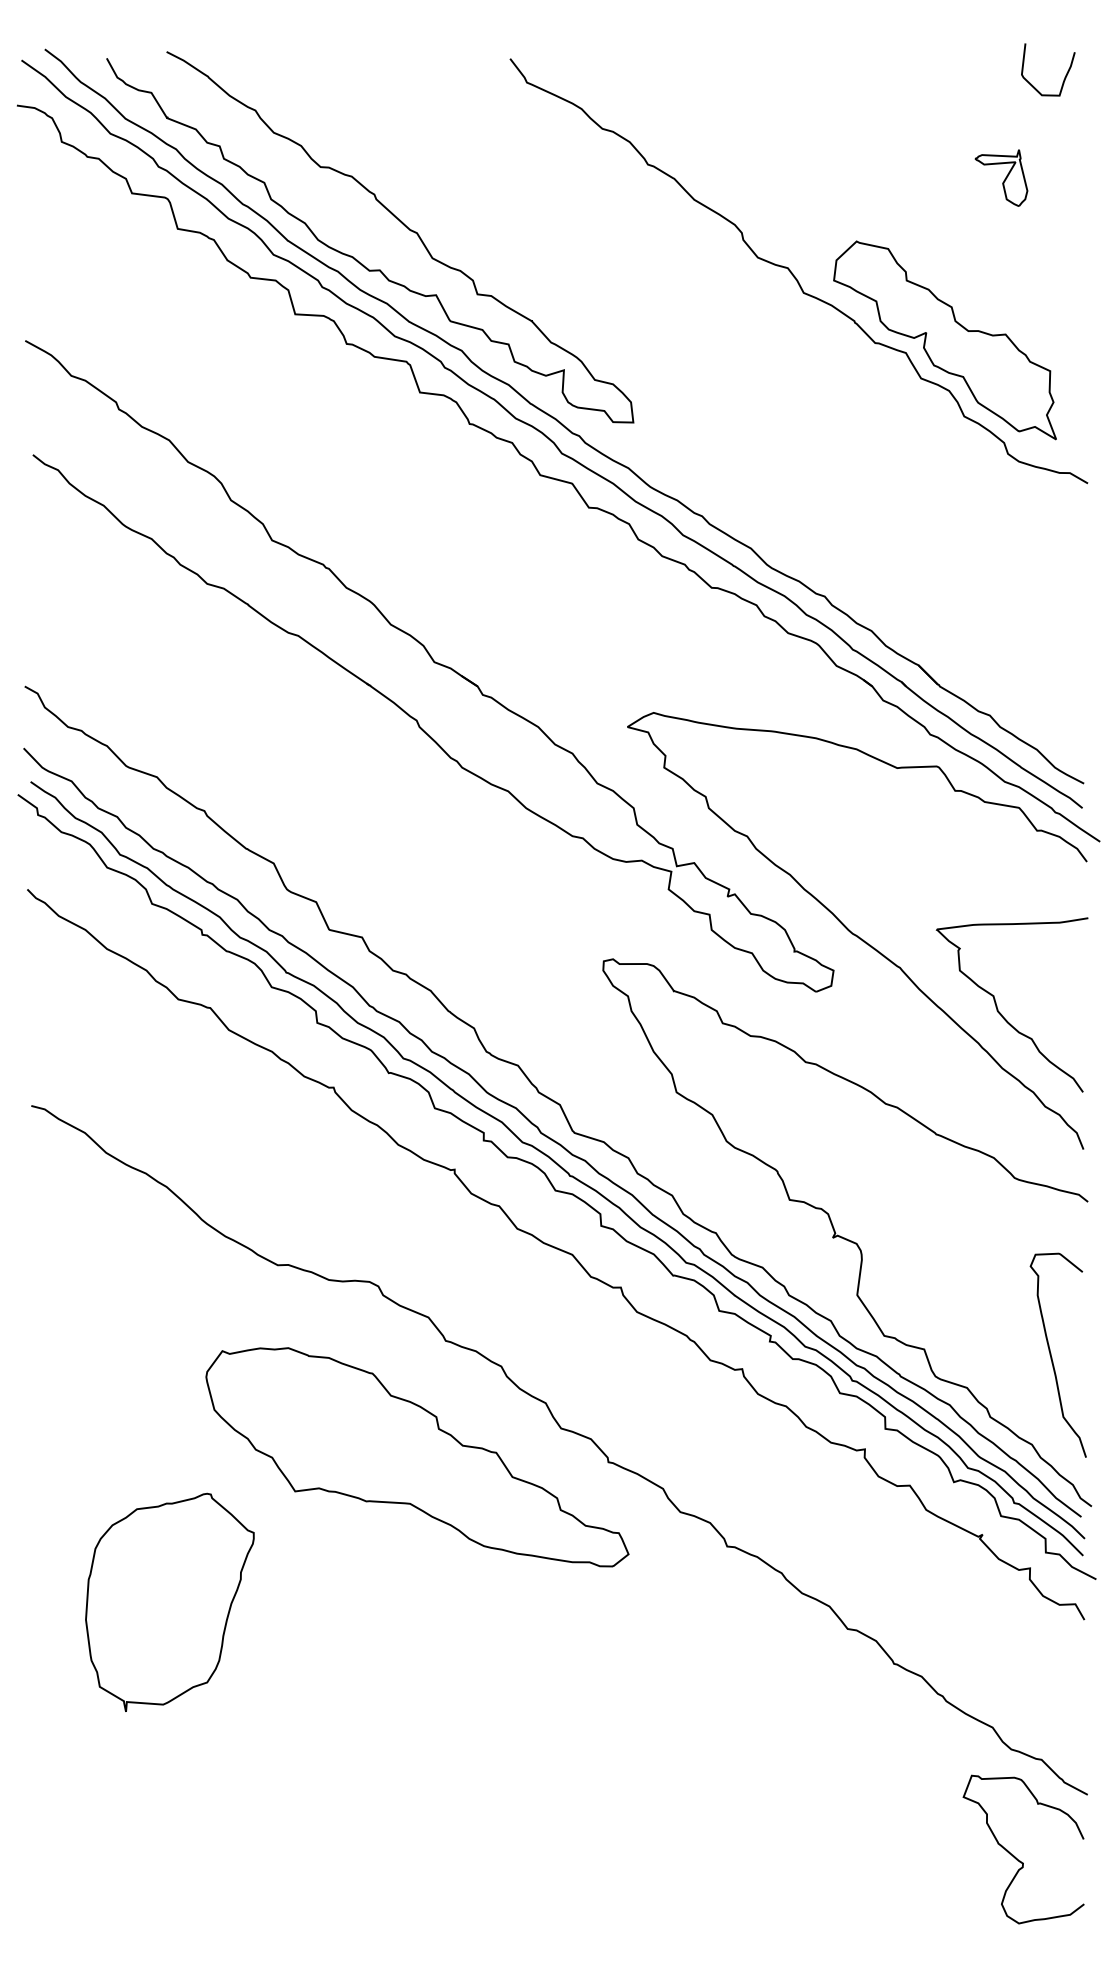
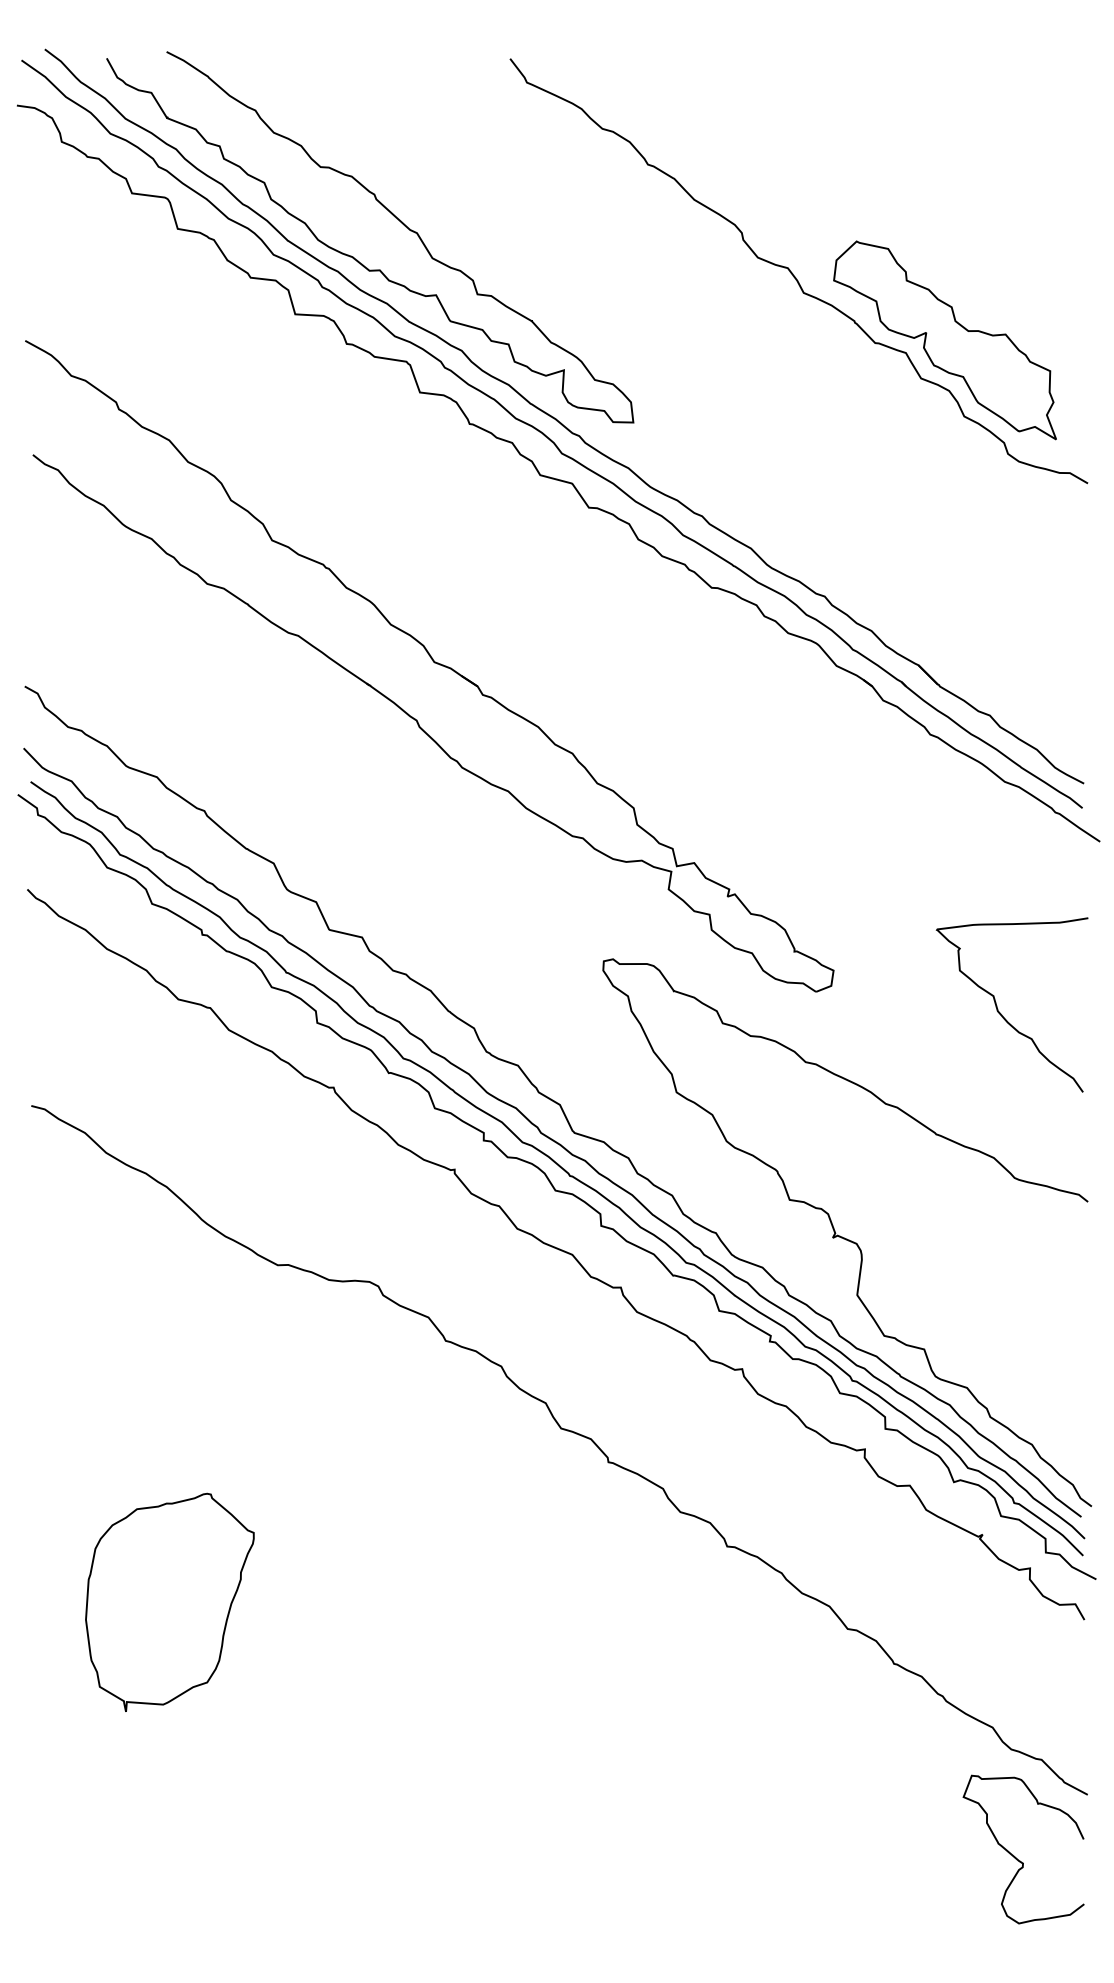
curve at (1064, 77): present -> none
part at (1001, 177): present -> none
curve at (856, 934): present -> none
curve at (1052, 1357): present -> none
part at (417, 1457): present -> none
